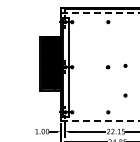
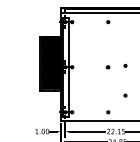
line at (100, 13): dashed -> solid
line at (100, 120): dashed -> solid
